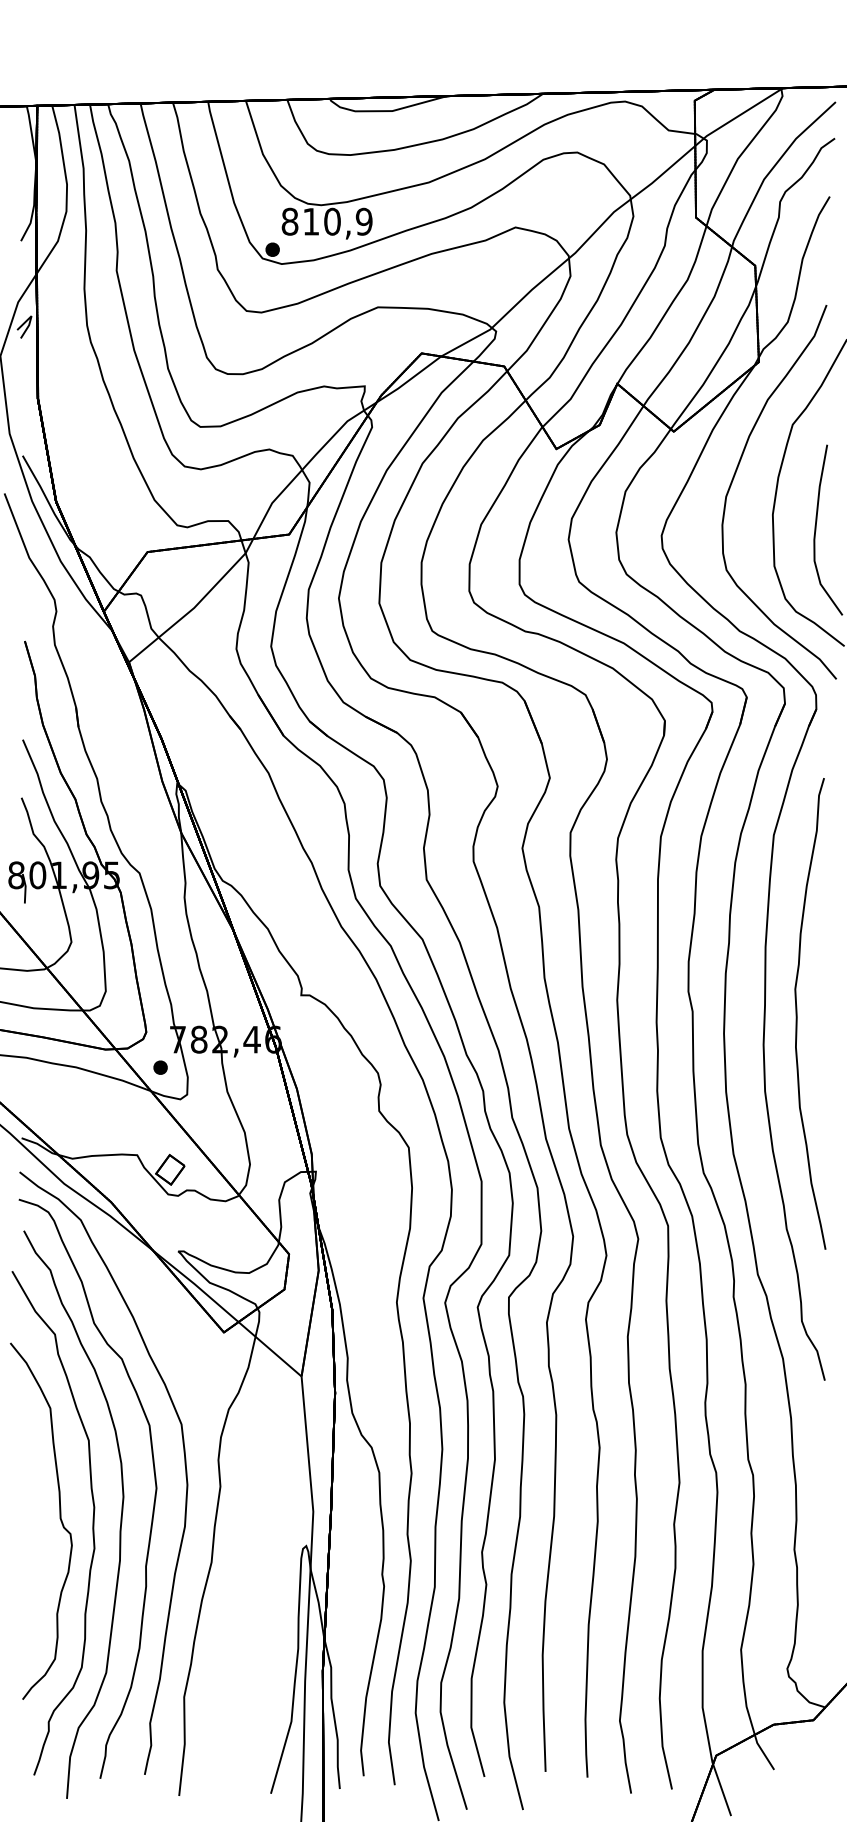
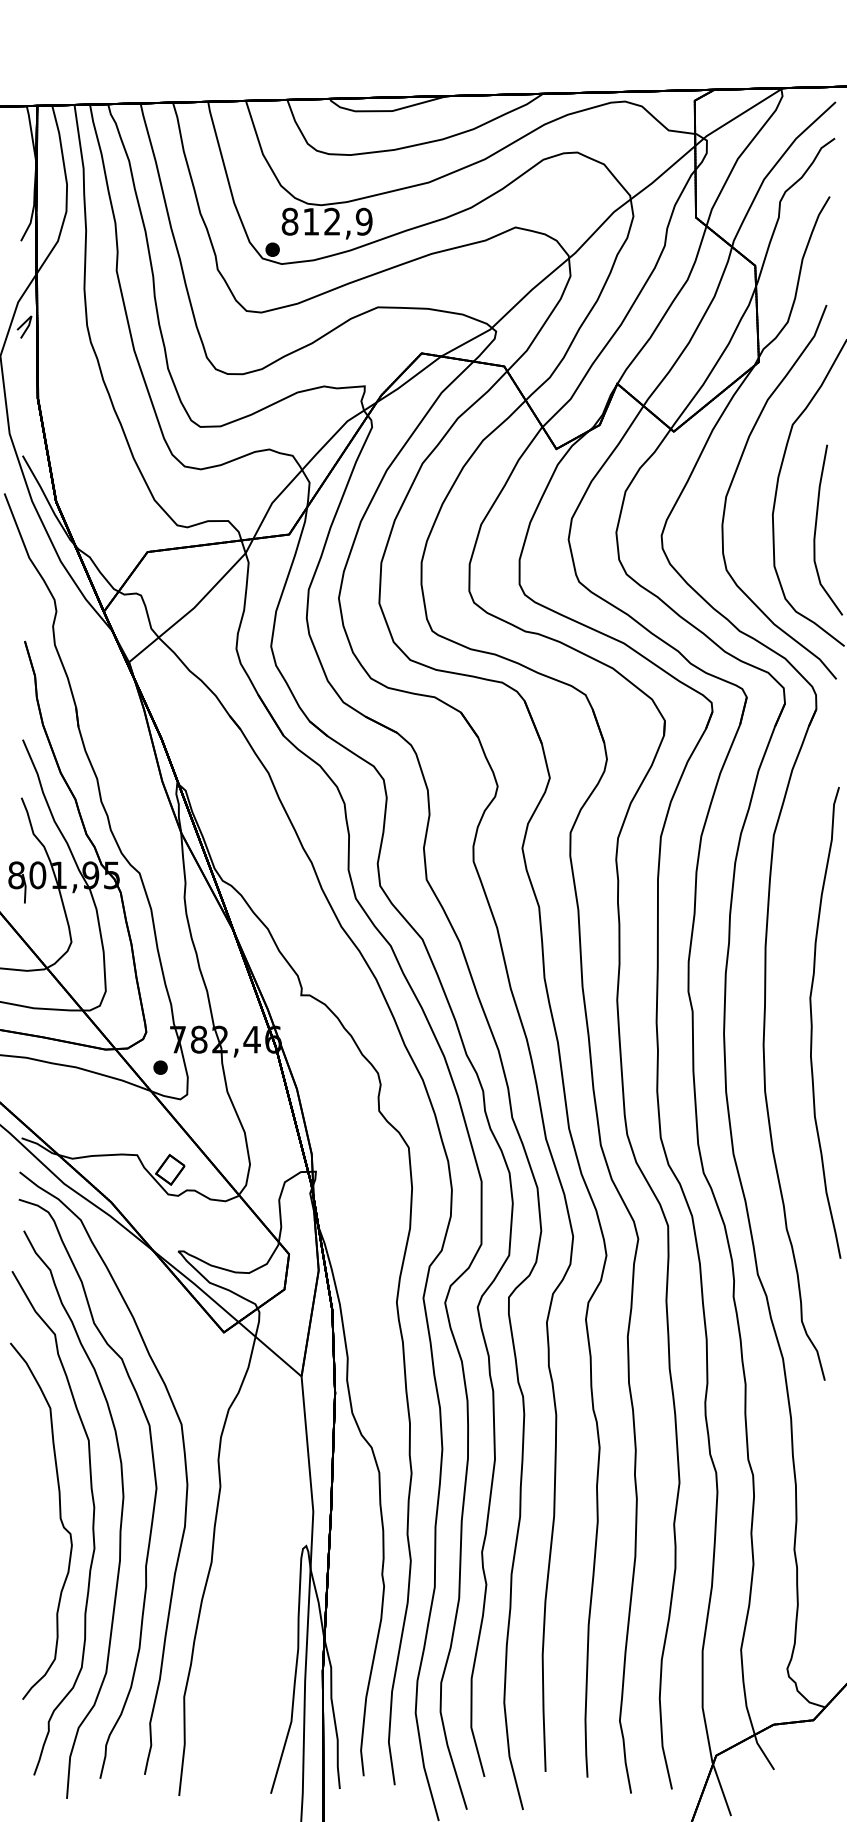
text at (332, 221): 810,9 -> 812,9
part at (797, 1013) position: (797, 1013) -> (812, 1022)
